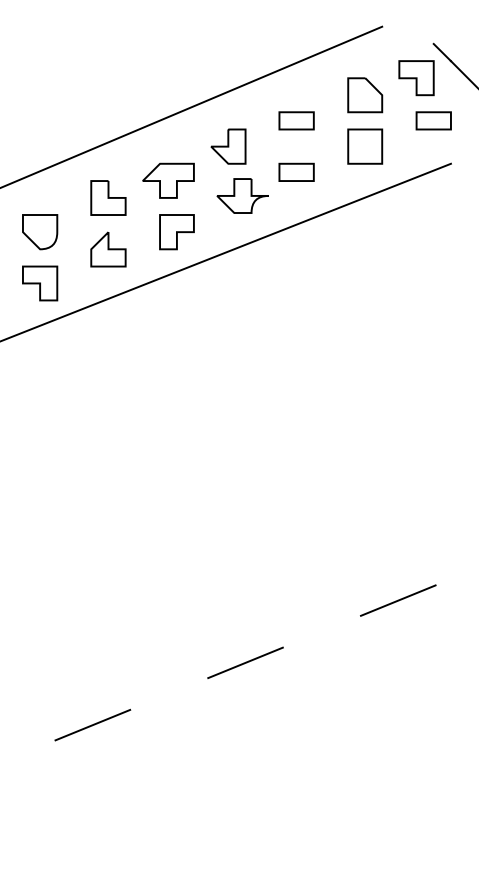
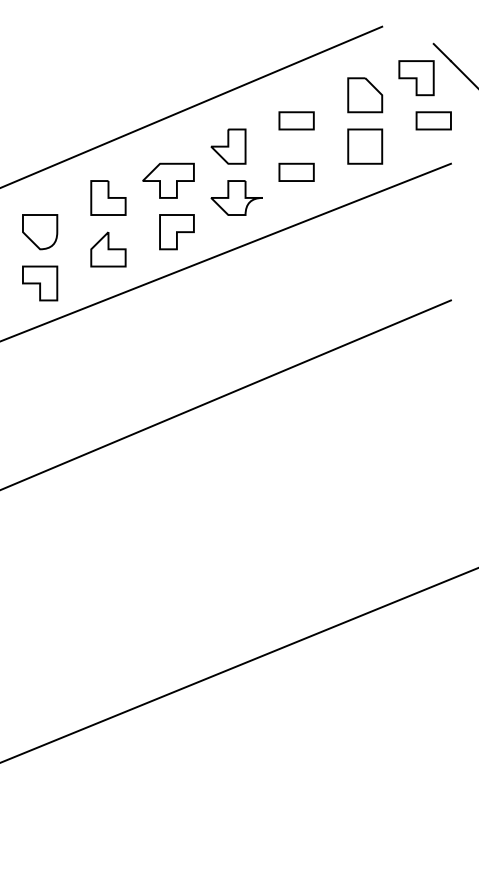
part at (242, 195) position: (242, 195) -> (236, 197)
line at (226, 394): none -> present
line at (239, 665): dashed -> solid
